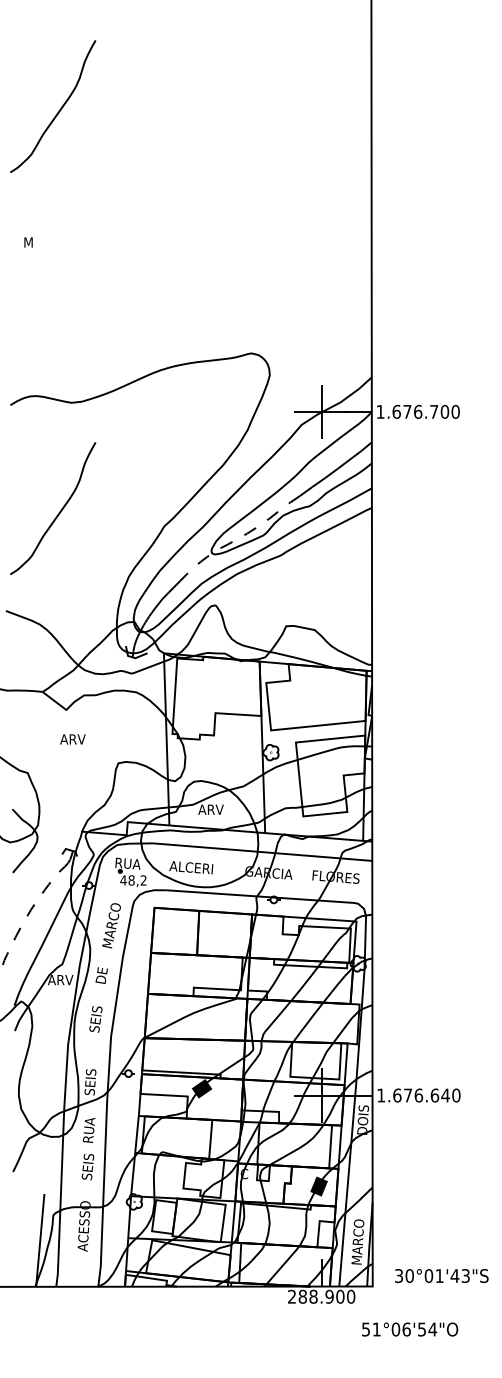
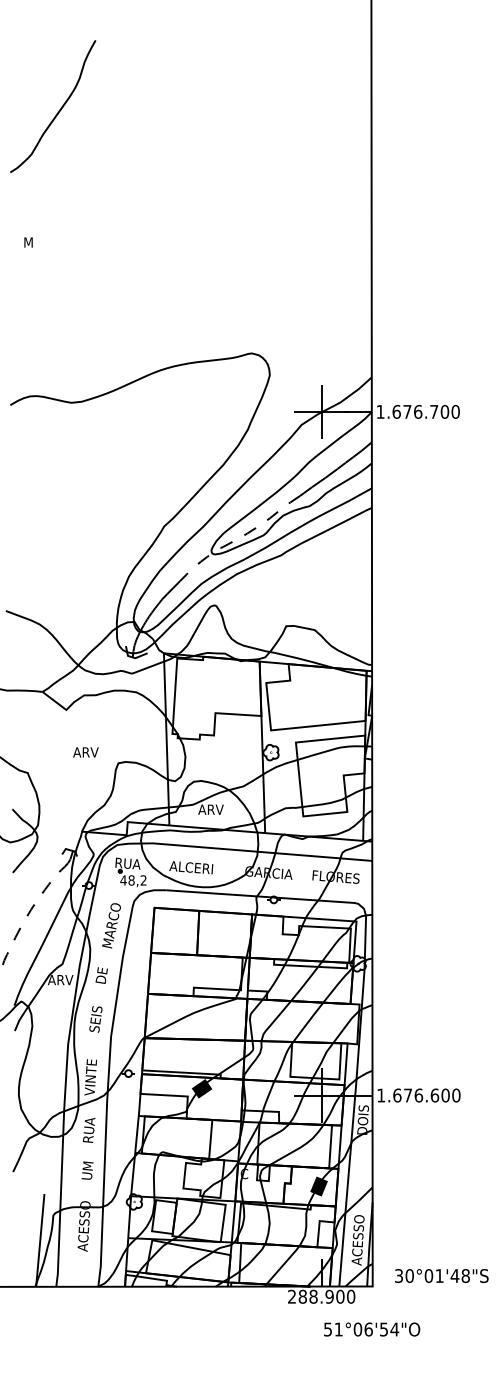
curve at (58, 512): present -> none
text at (72, 739) position: (72, 739) -> (85, 752)
text at (90, 1077): SEIS -> VINTE
text at (445, 1095): 1.676.640 -> 1.676.600
text at (87, 1167): SEIS -> UM
text at (357, 1240): MARCO -> ACESSO
text at (465, 1275): 30°01'43"S -> 30°01'48"S
text at (410, 1329) position: (410, 1329) -> (372, 1329)
